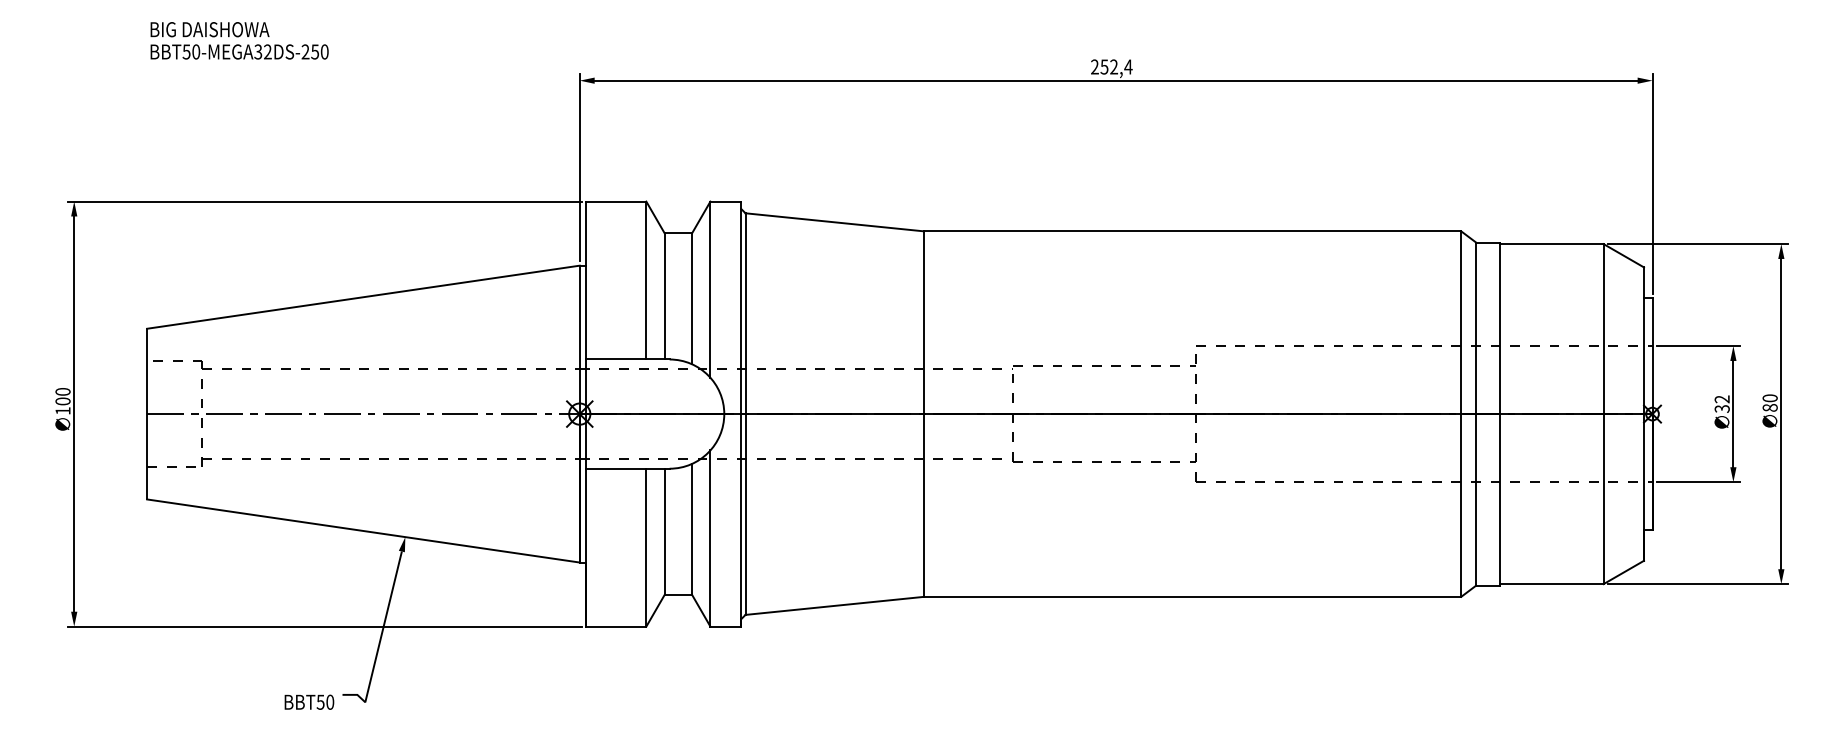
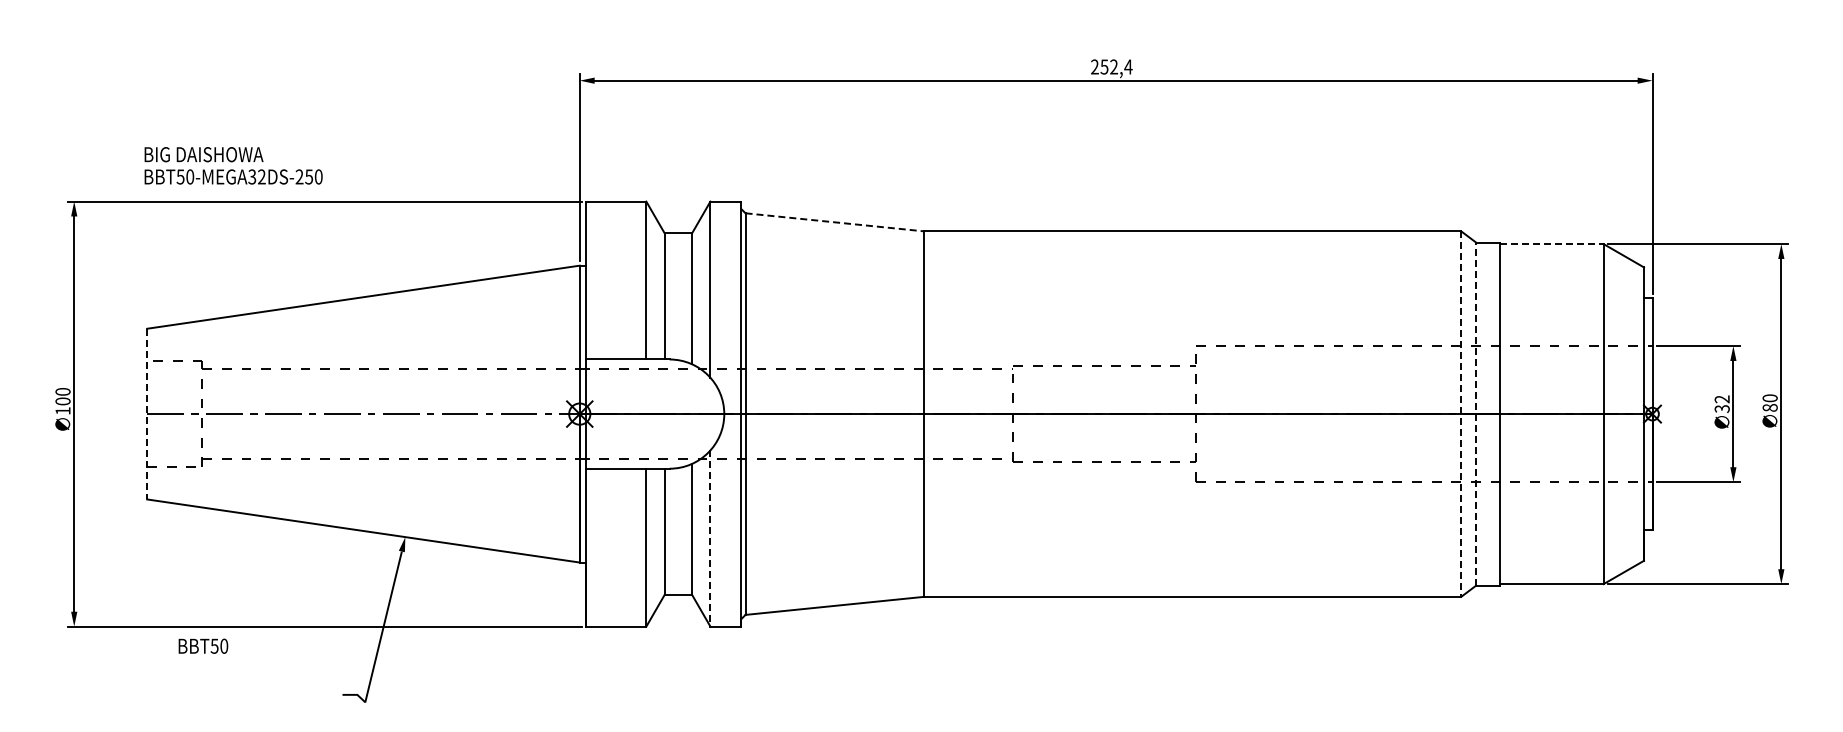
text at (239, 40) position: (239, 40) -> (233, 165)
line at (834, 222): solid -> dashed
line at (1552, 244): solid -> dashed
line at (1476, 413): solid -> dashed
line at (147, 414): solid -> dashed
line at (1461, 414): solid -> dashed
line at (710, 539): solid -> dashed
text at (309, 701) position: (309, 701) -> (203, 645)
